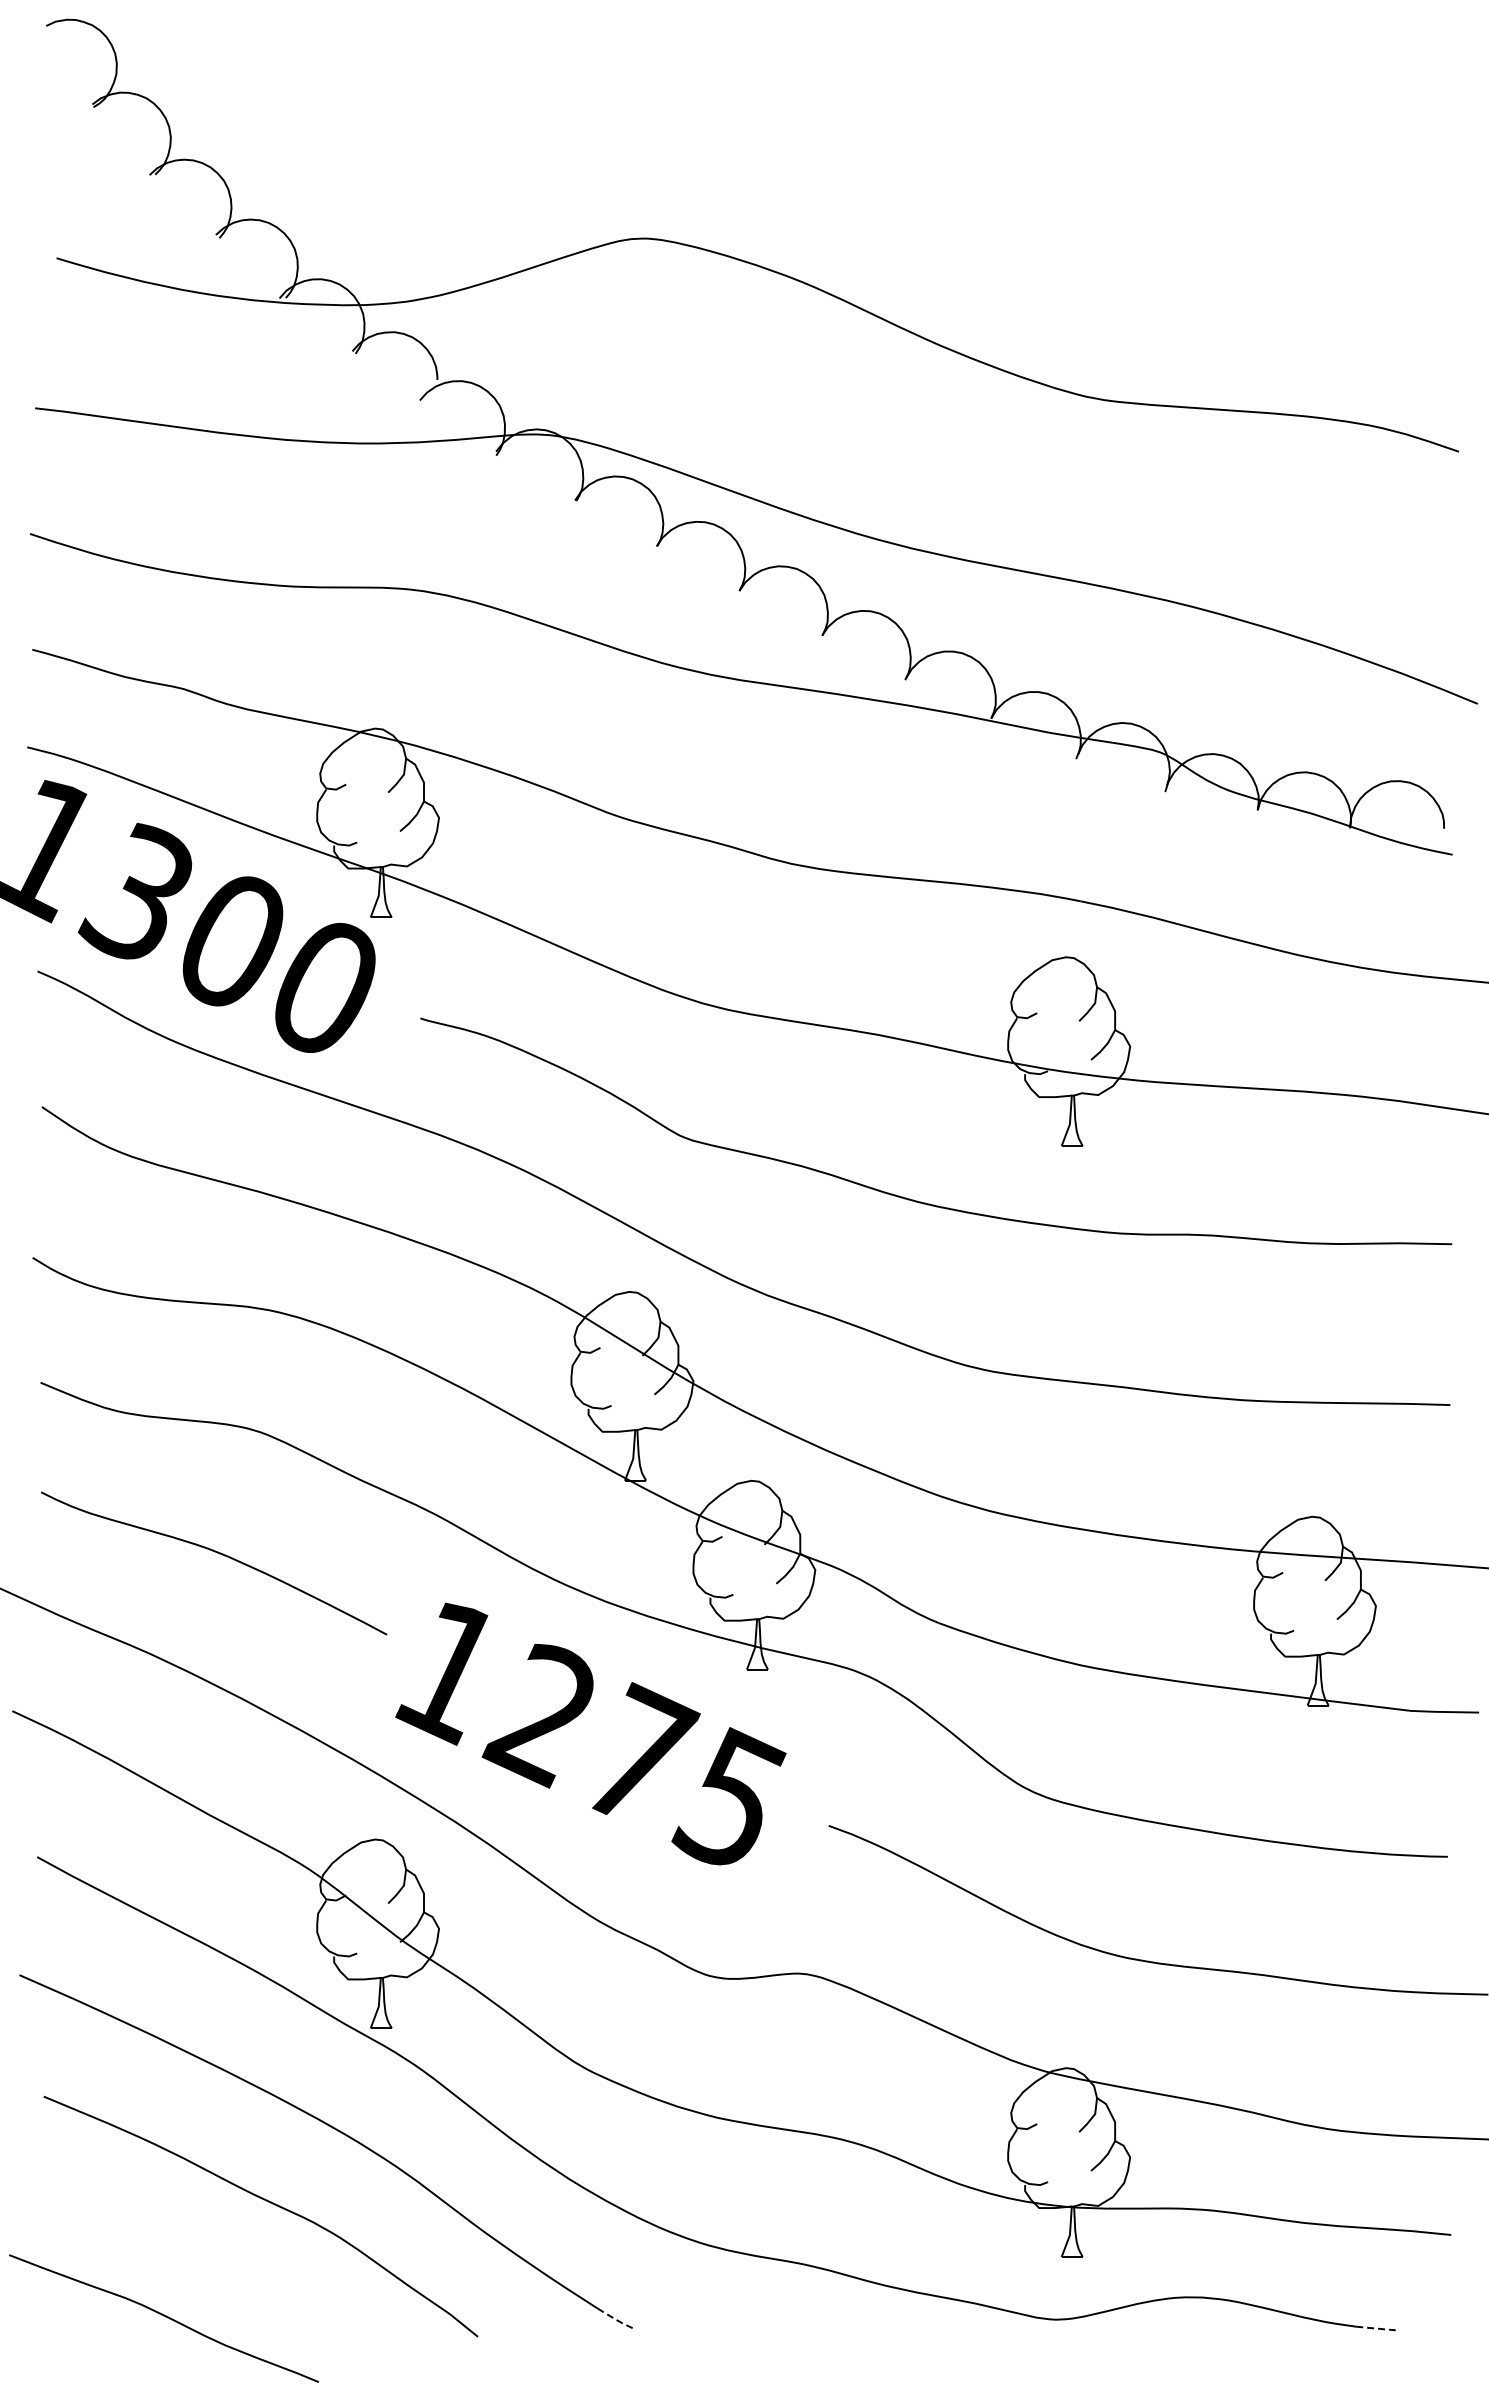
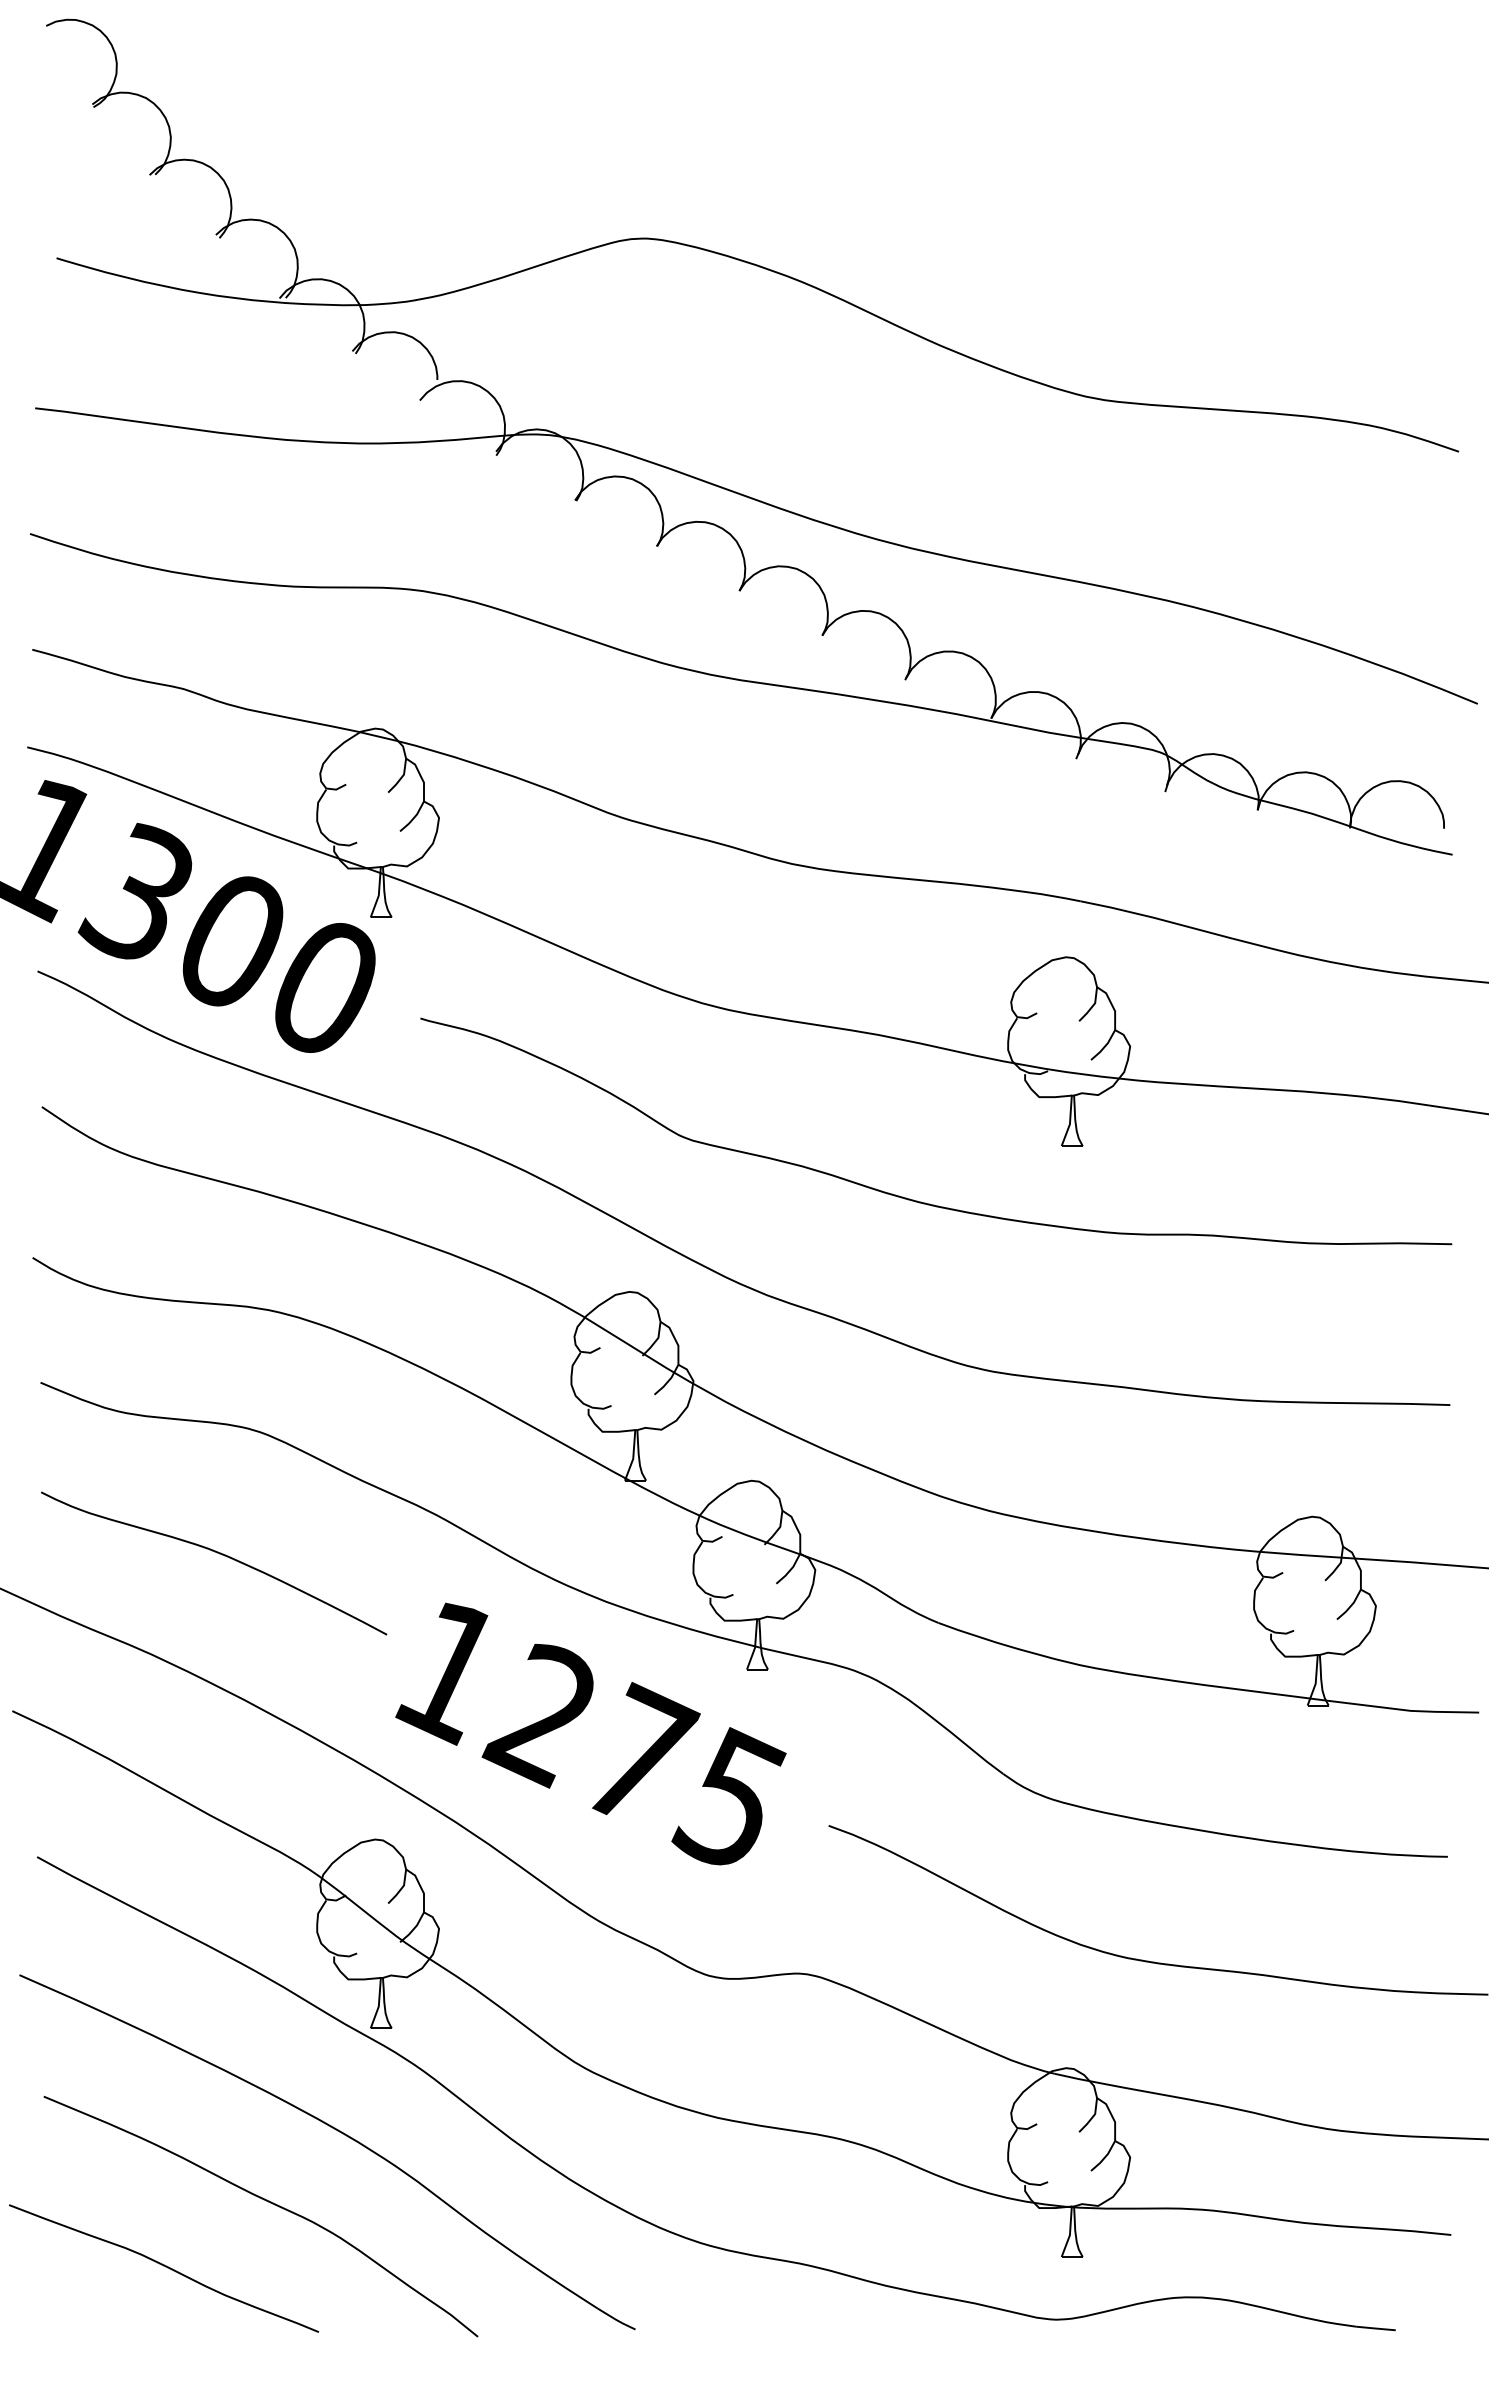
curve at (163, 2316) position: (163, 2316) -> (163, 2266)
line at (616, 2319): dashed -> solid
line at (1375, 2328): dashed -> solid
